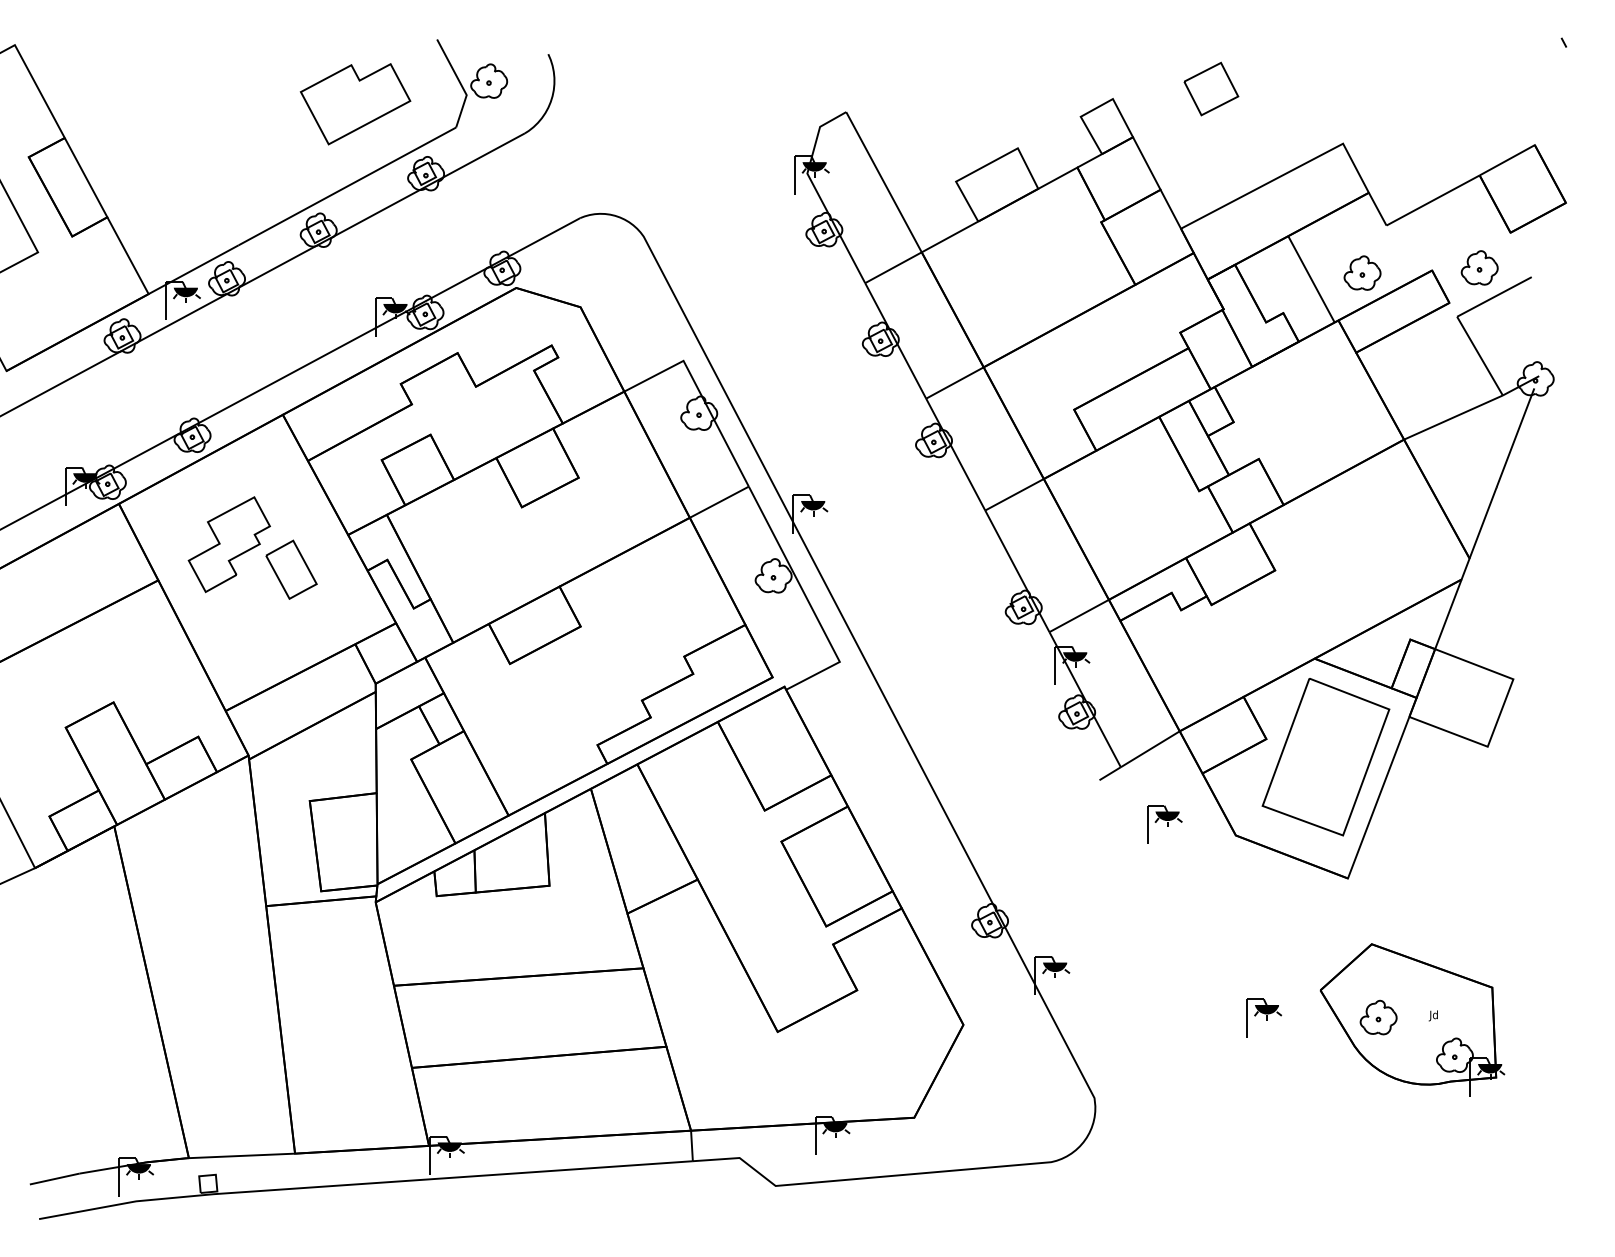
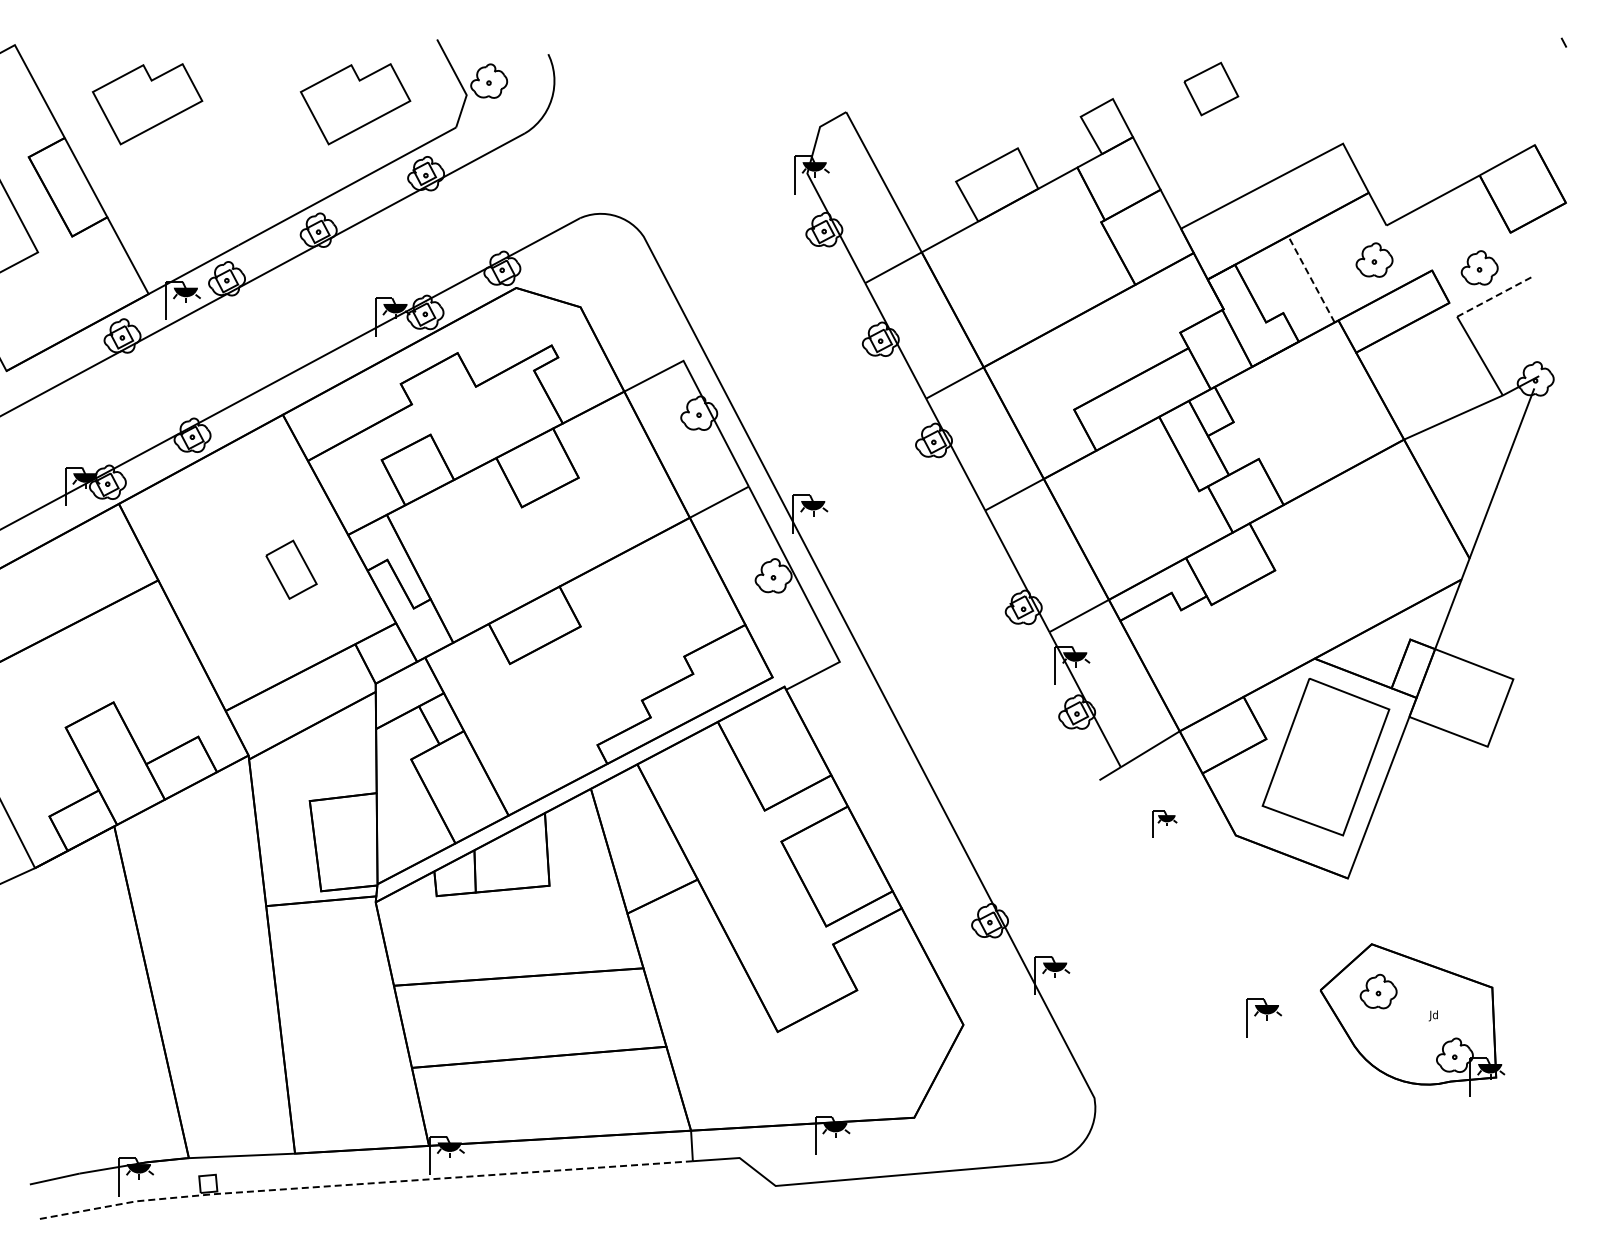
part at (147, 104): none -> present
part at (1362, 272) position: (1362, 272) -> (1374, 259)
line at (1311, 279): solid -> dashed
line at (1494, 296): solid -> dashed
part at (228, 544): present -> none
part at (1164, 824) size: 36x39 px -> 26x28 px
part at (1378, 1017) position: (1378, 1017) -> (1378, 991)
line at (364, 1183): solid -> dashed
